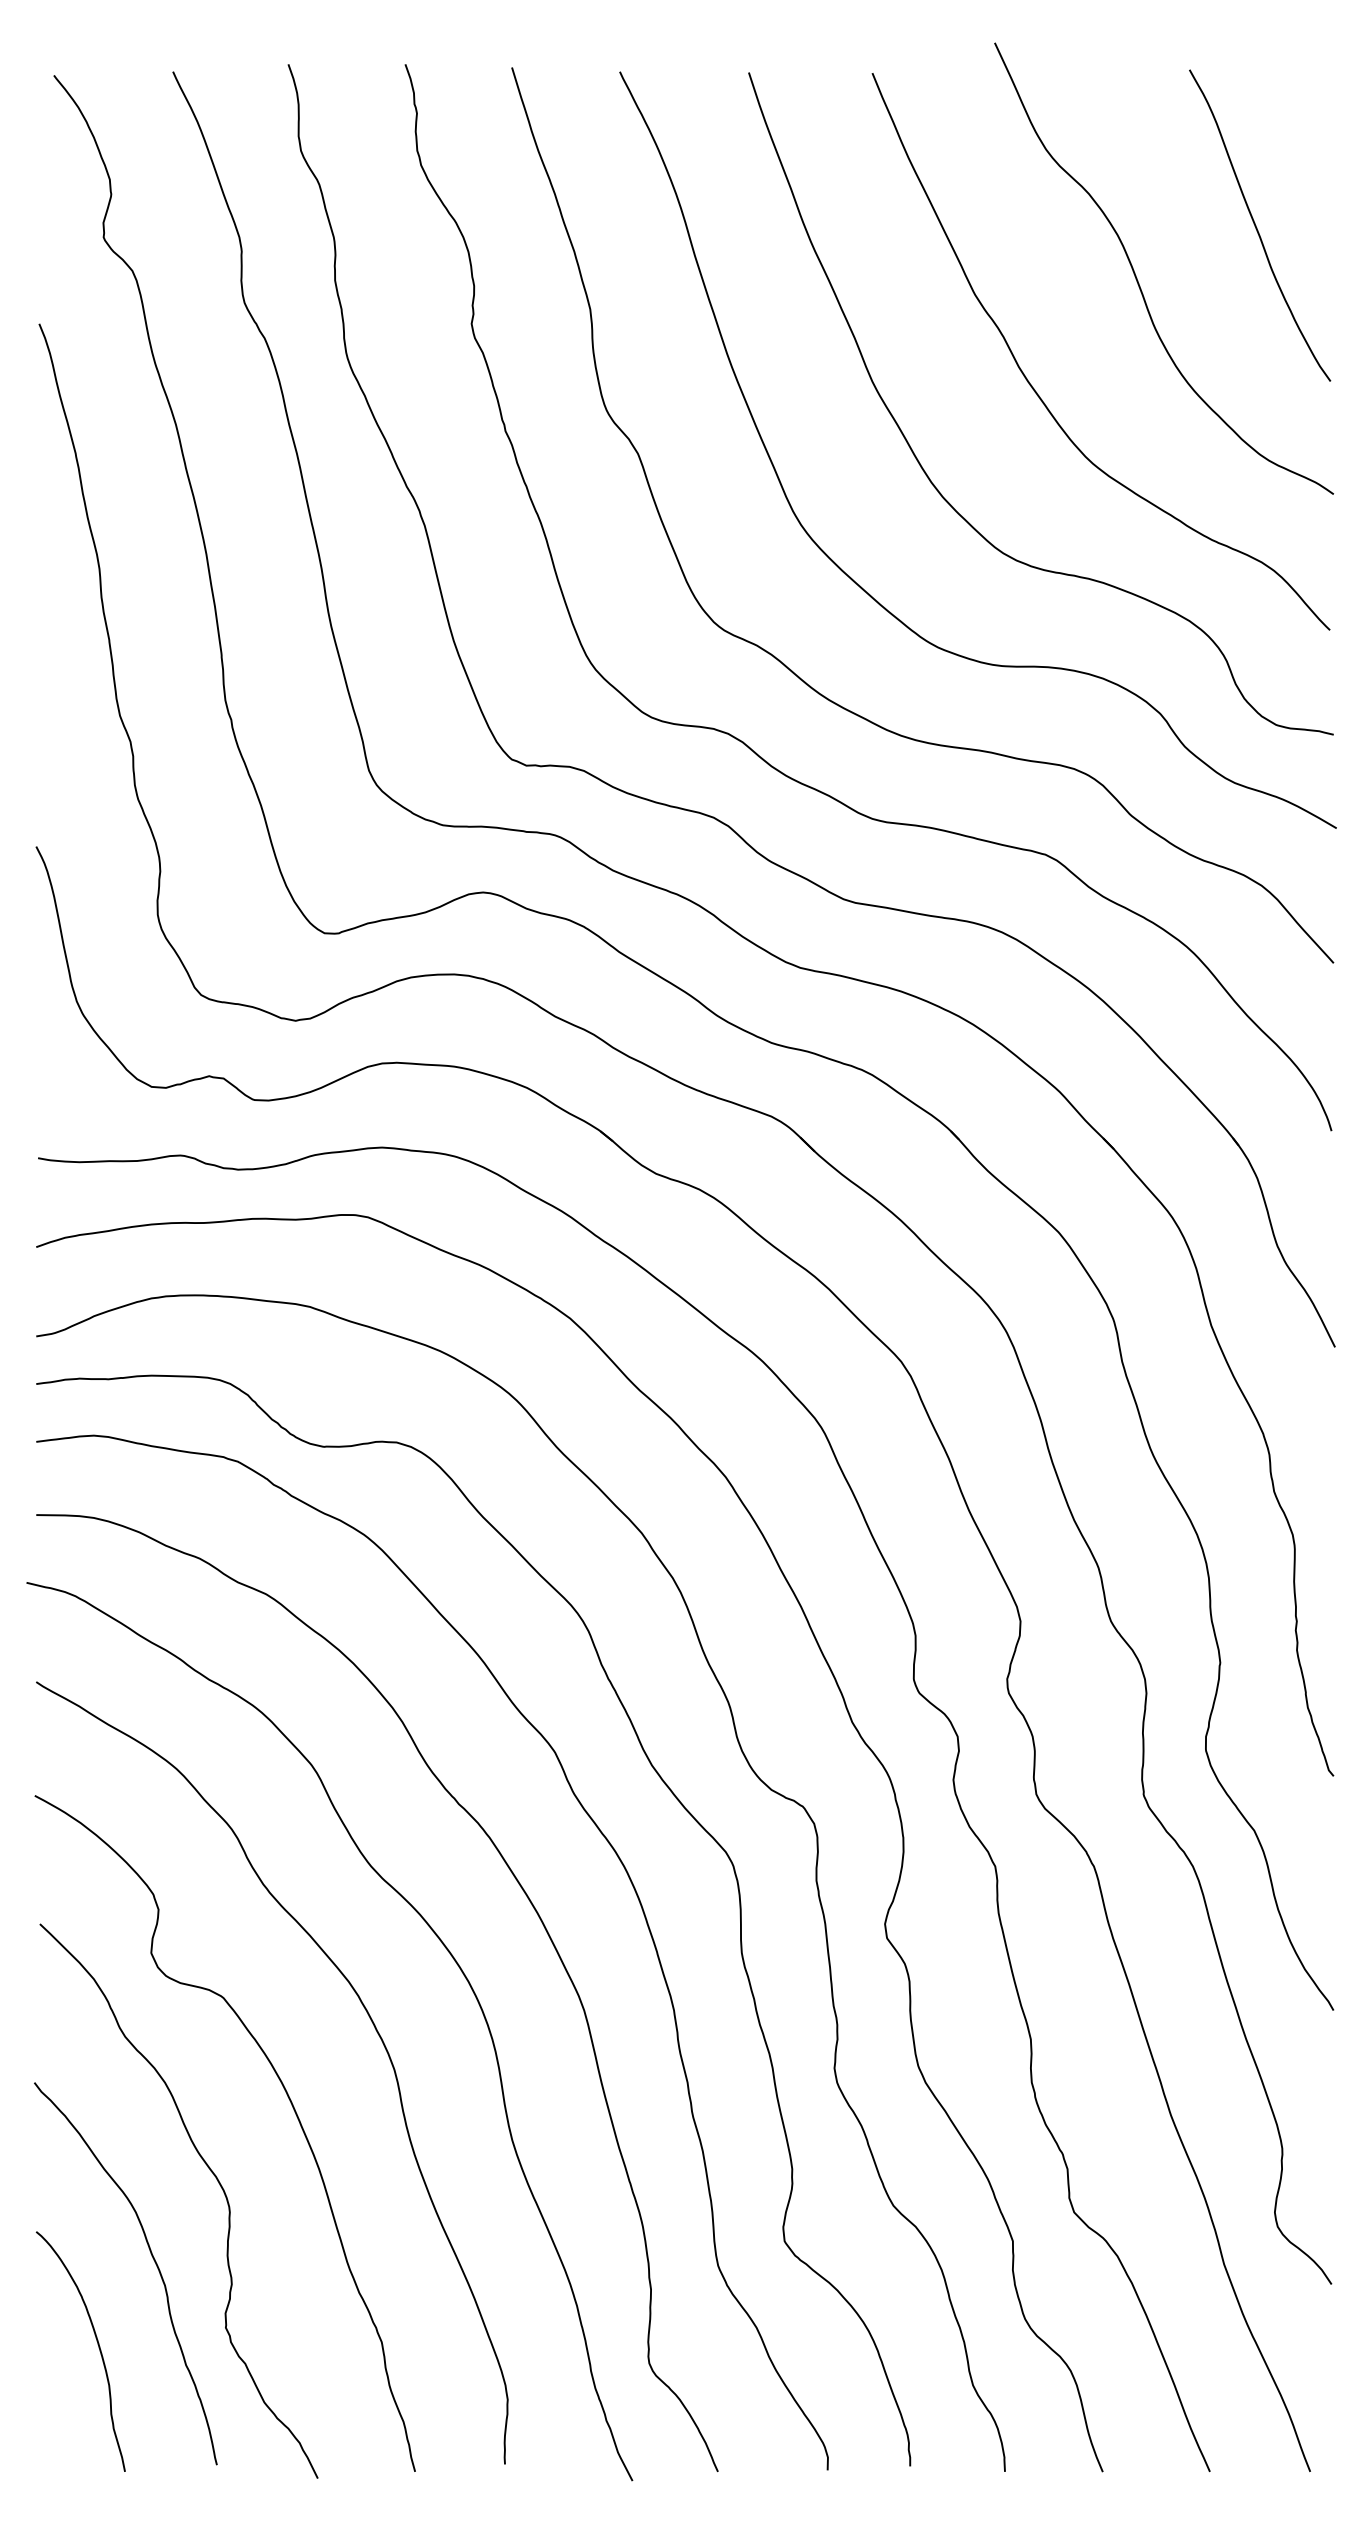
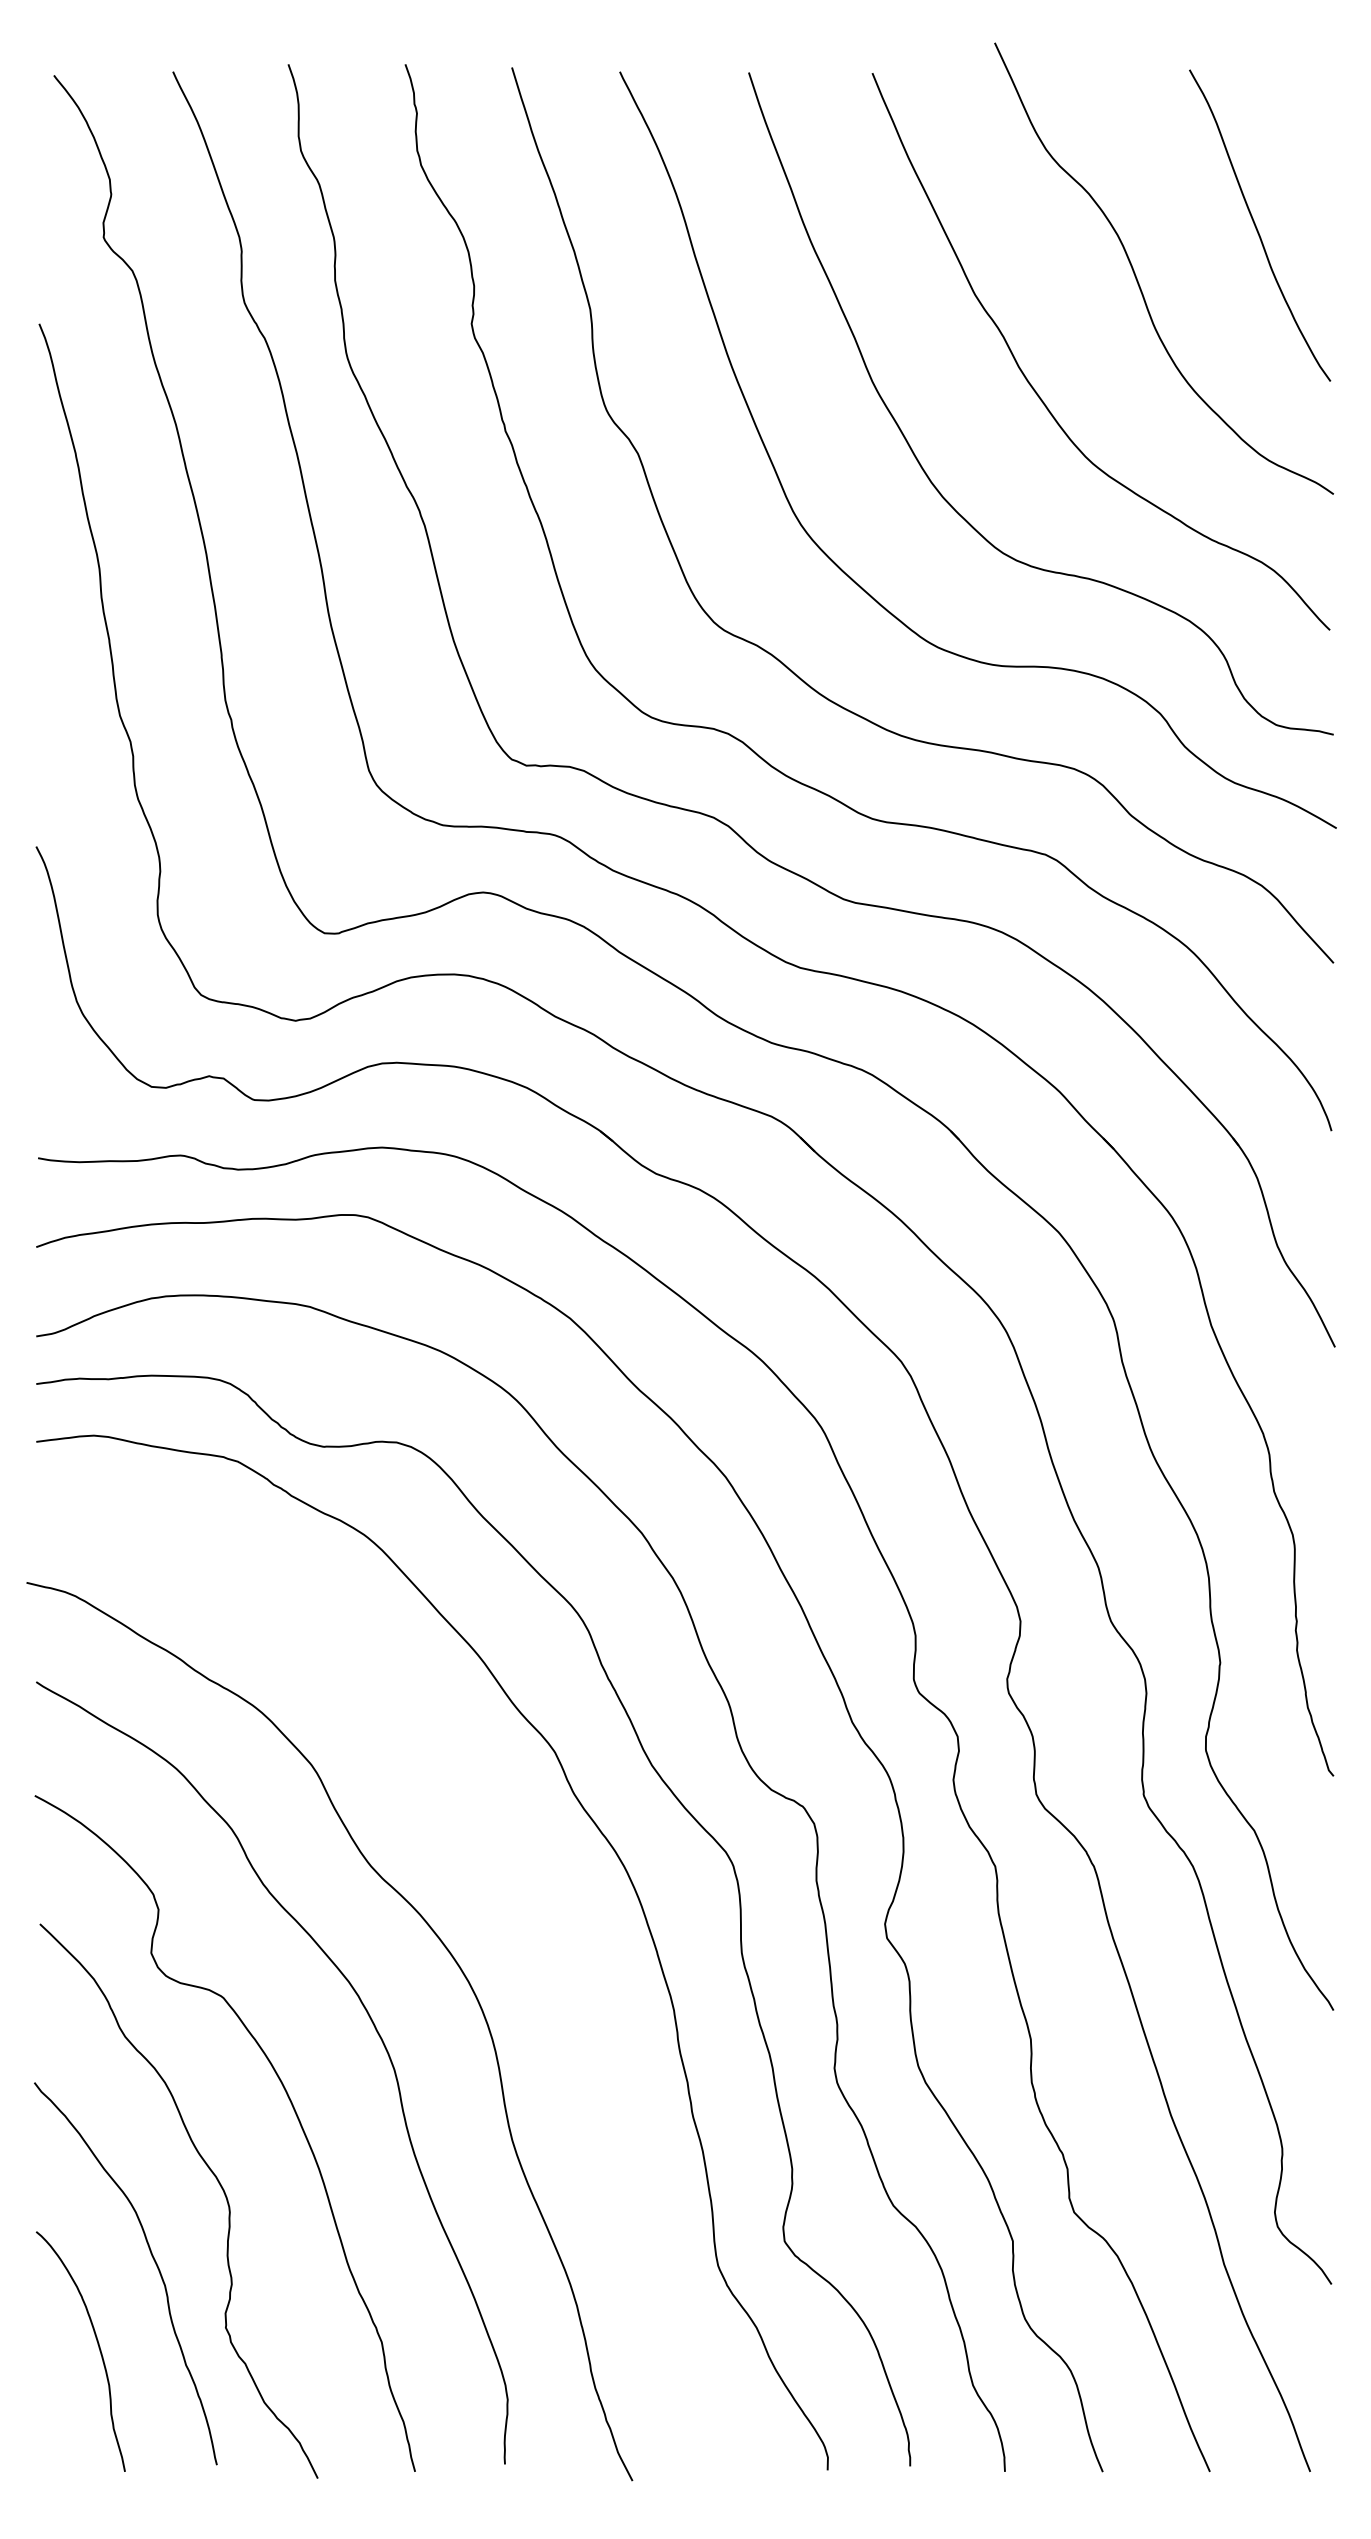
curve at (528, 1900): present -> none
